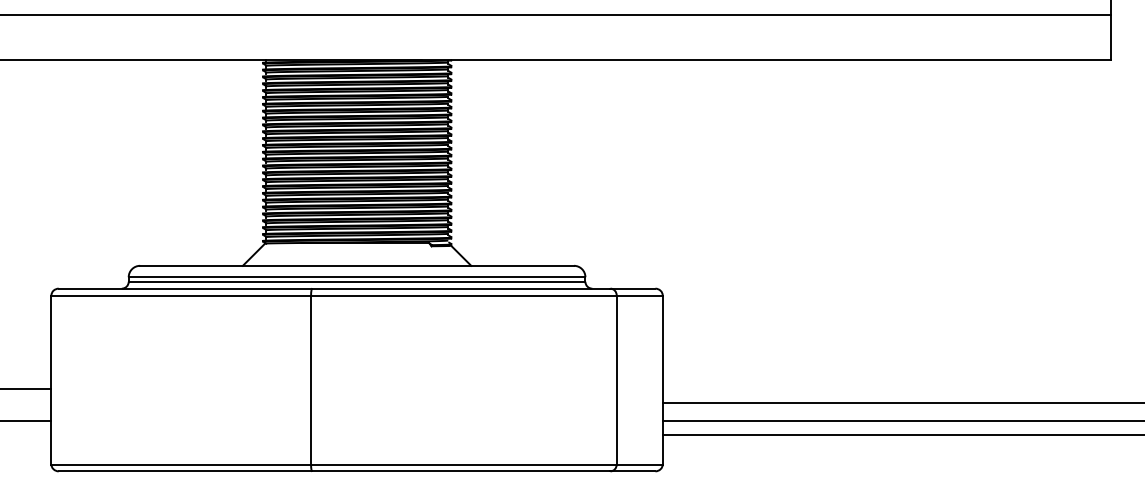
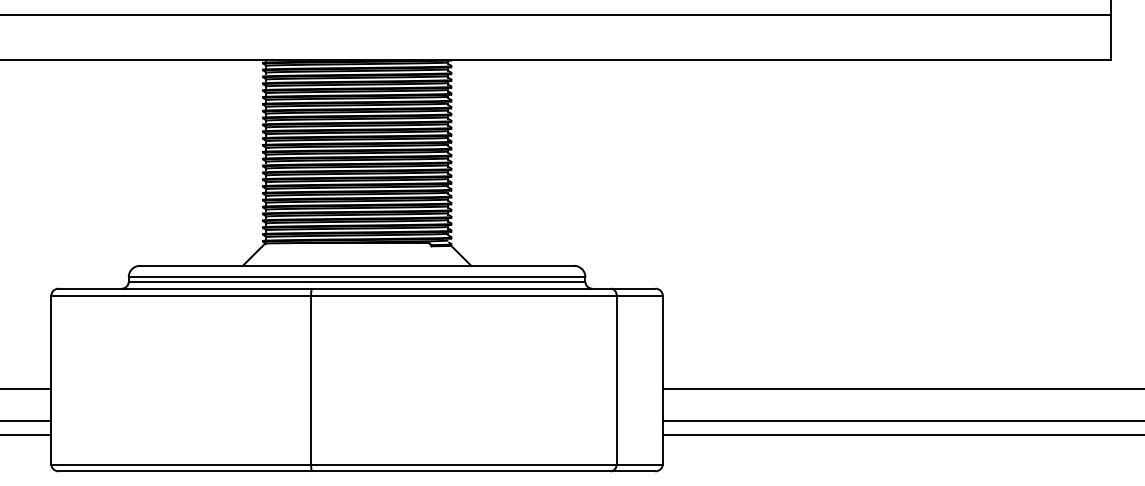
line at (901, 403) position: (901, 403) -> (901, 389)
line at (26, 434): none -> present
